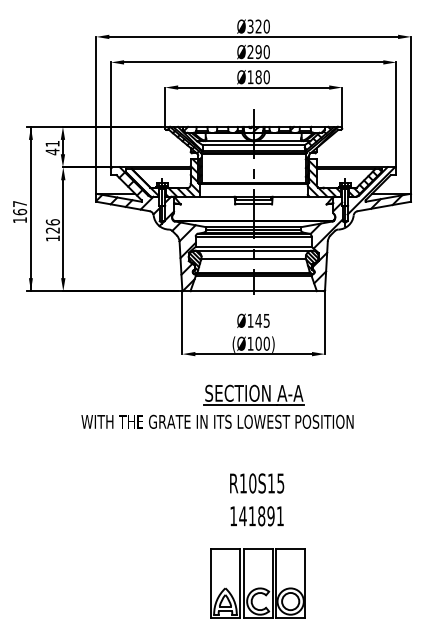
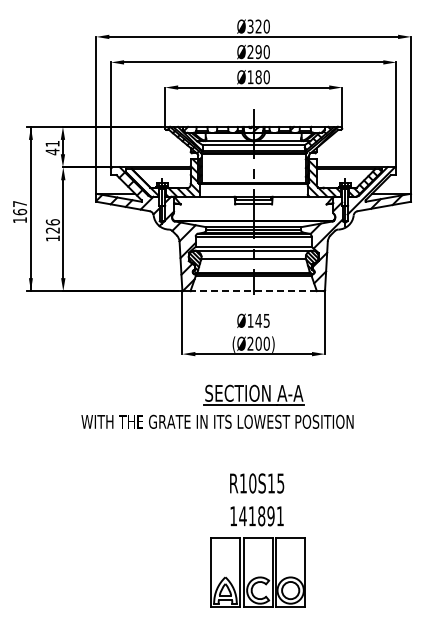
line at (253, 291): solid -> dashed
text at (250, 343): (Ø100) -> (Ø200)
part at (257, 583) position: (257, 583) -> (257, 572)
